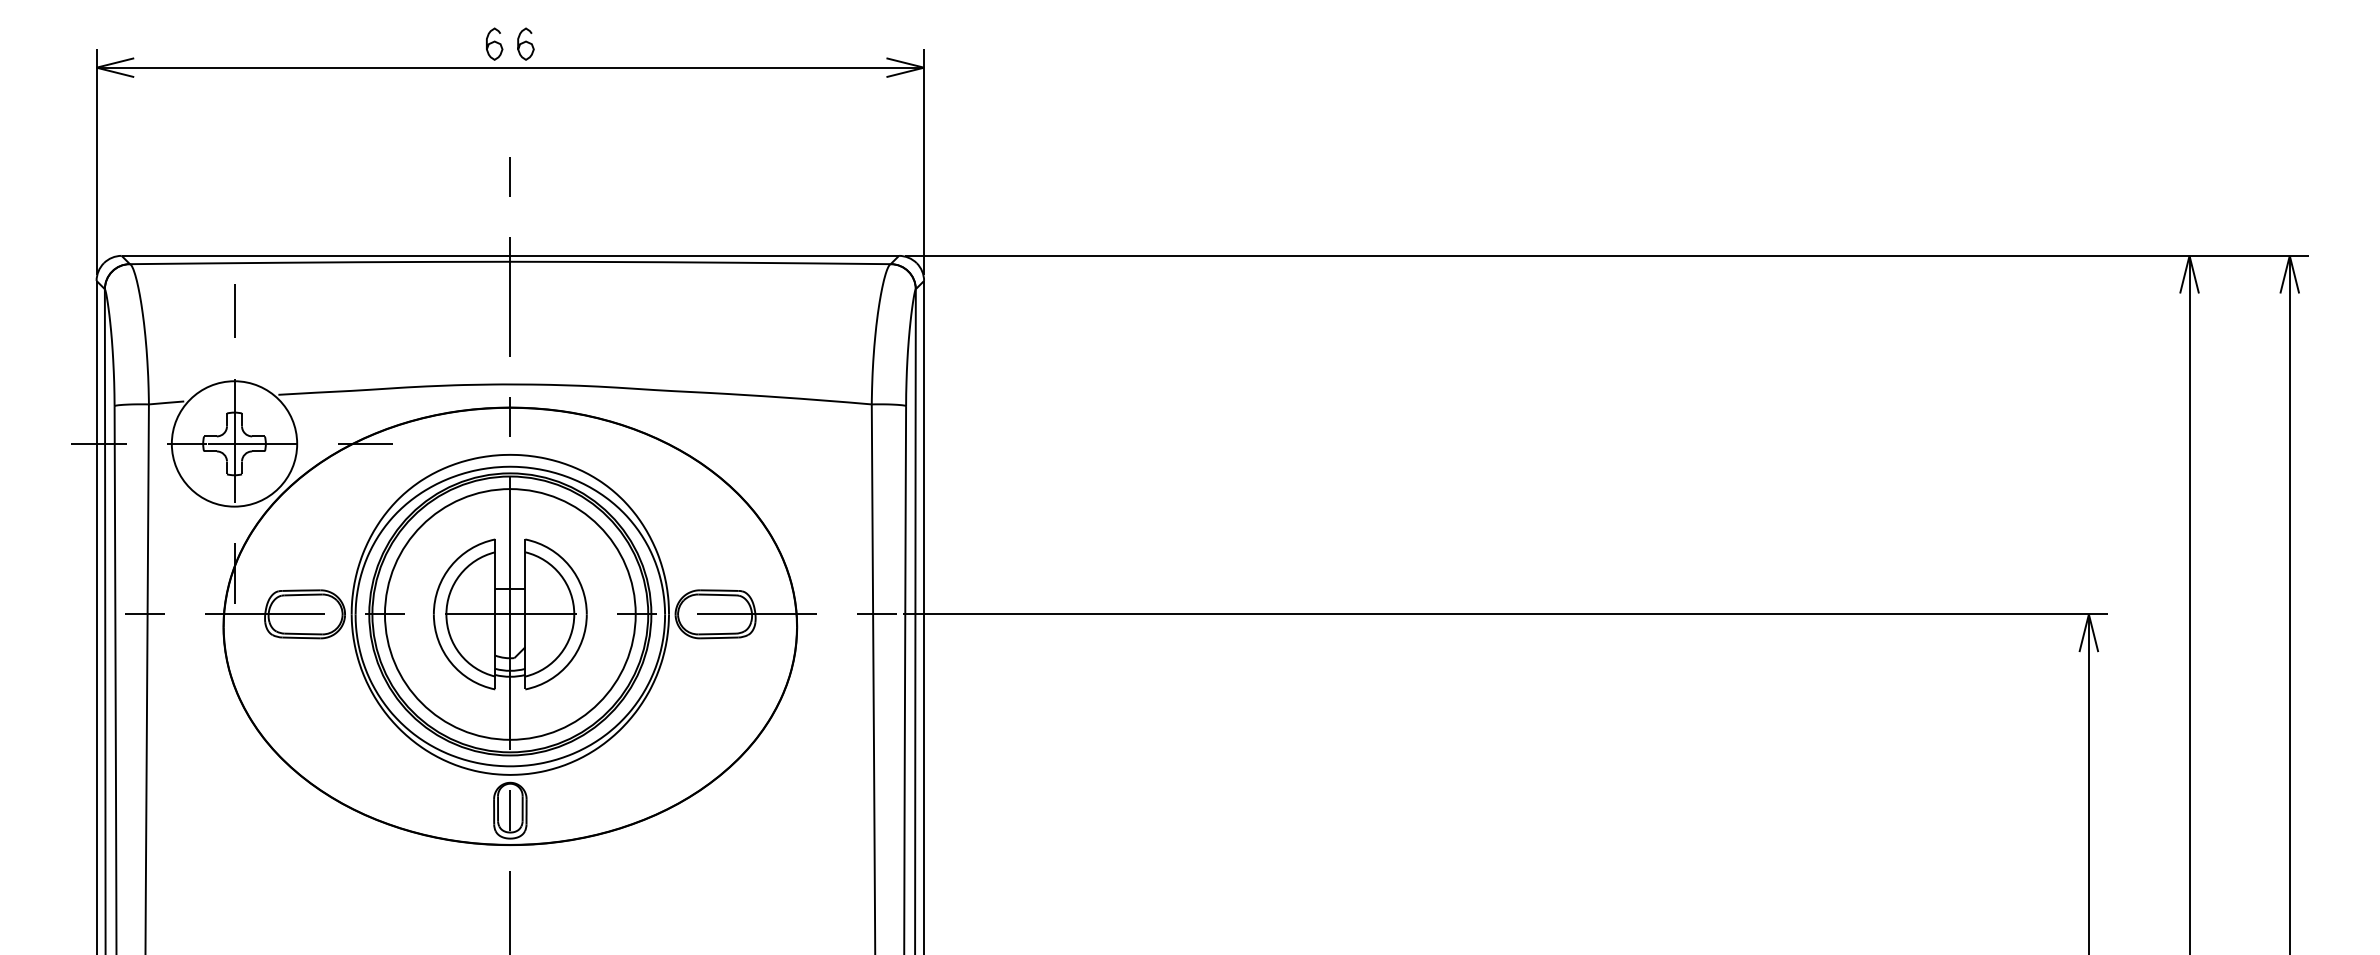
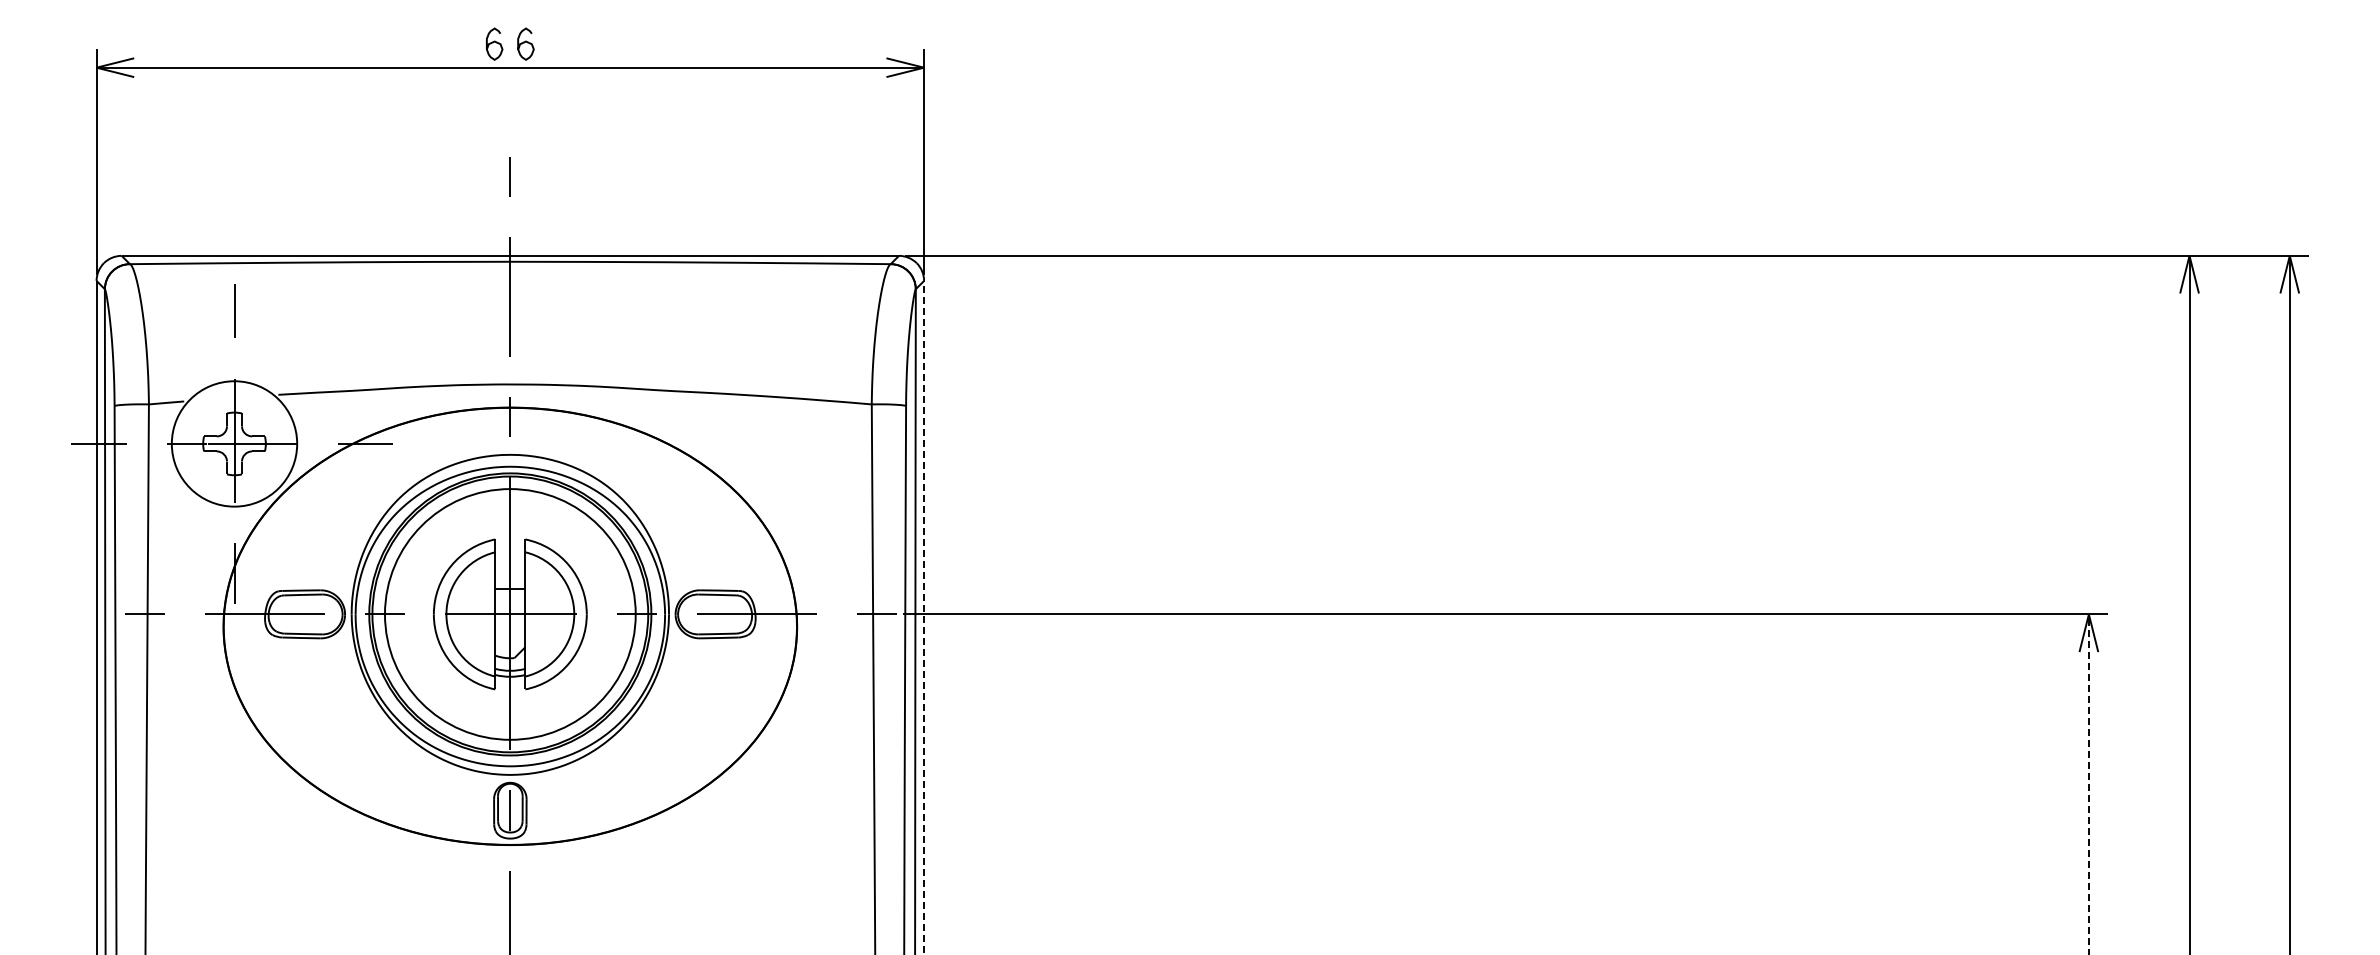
line at (924, 617): solid -> dashed
line at (2088, 784): solid -> dashed
